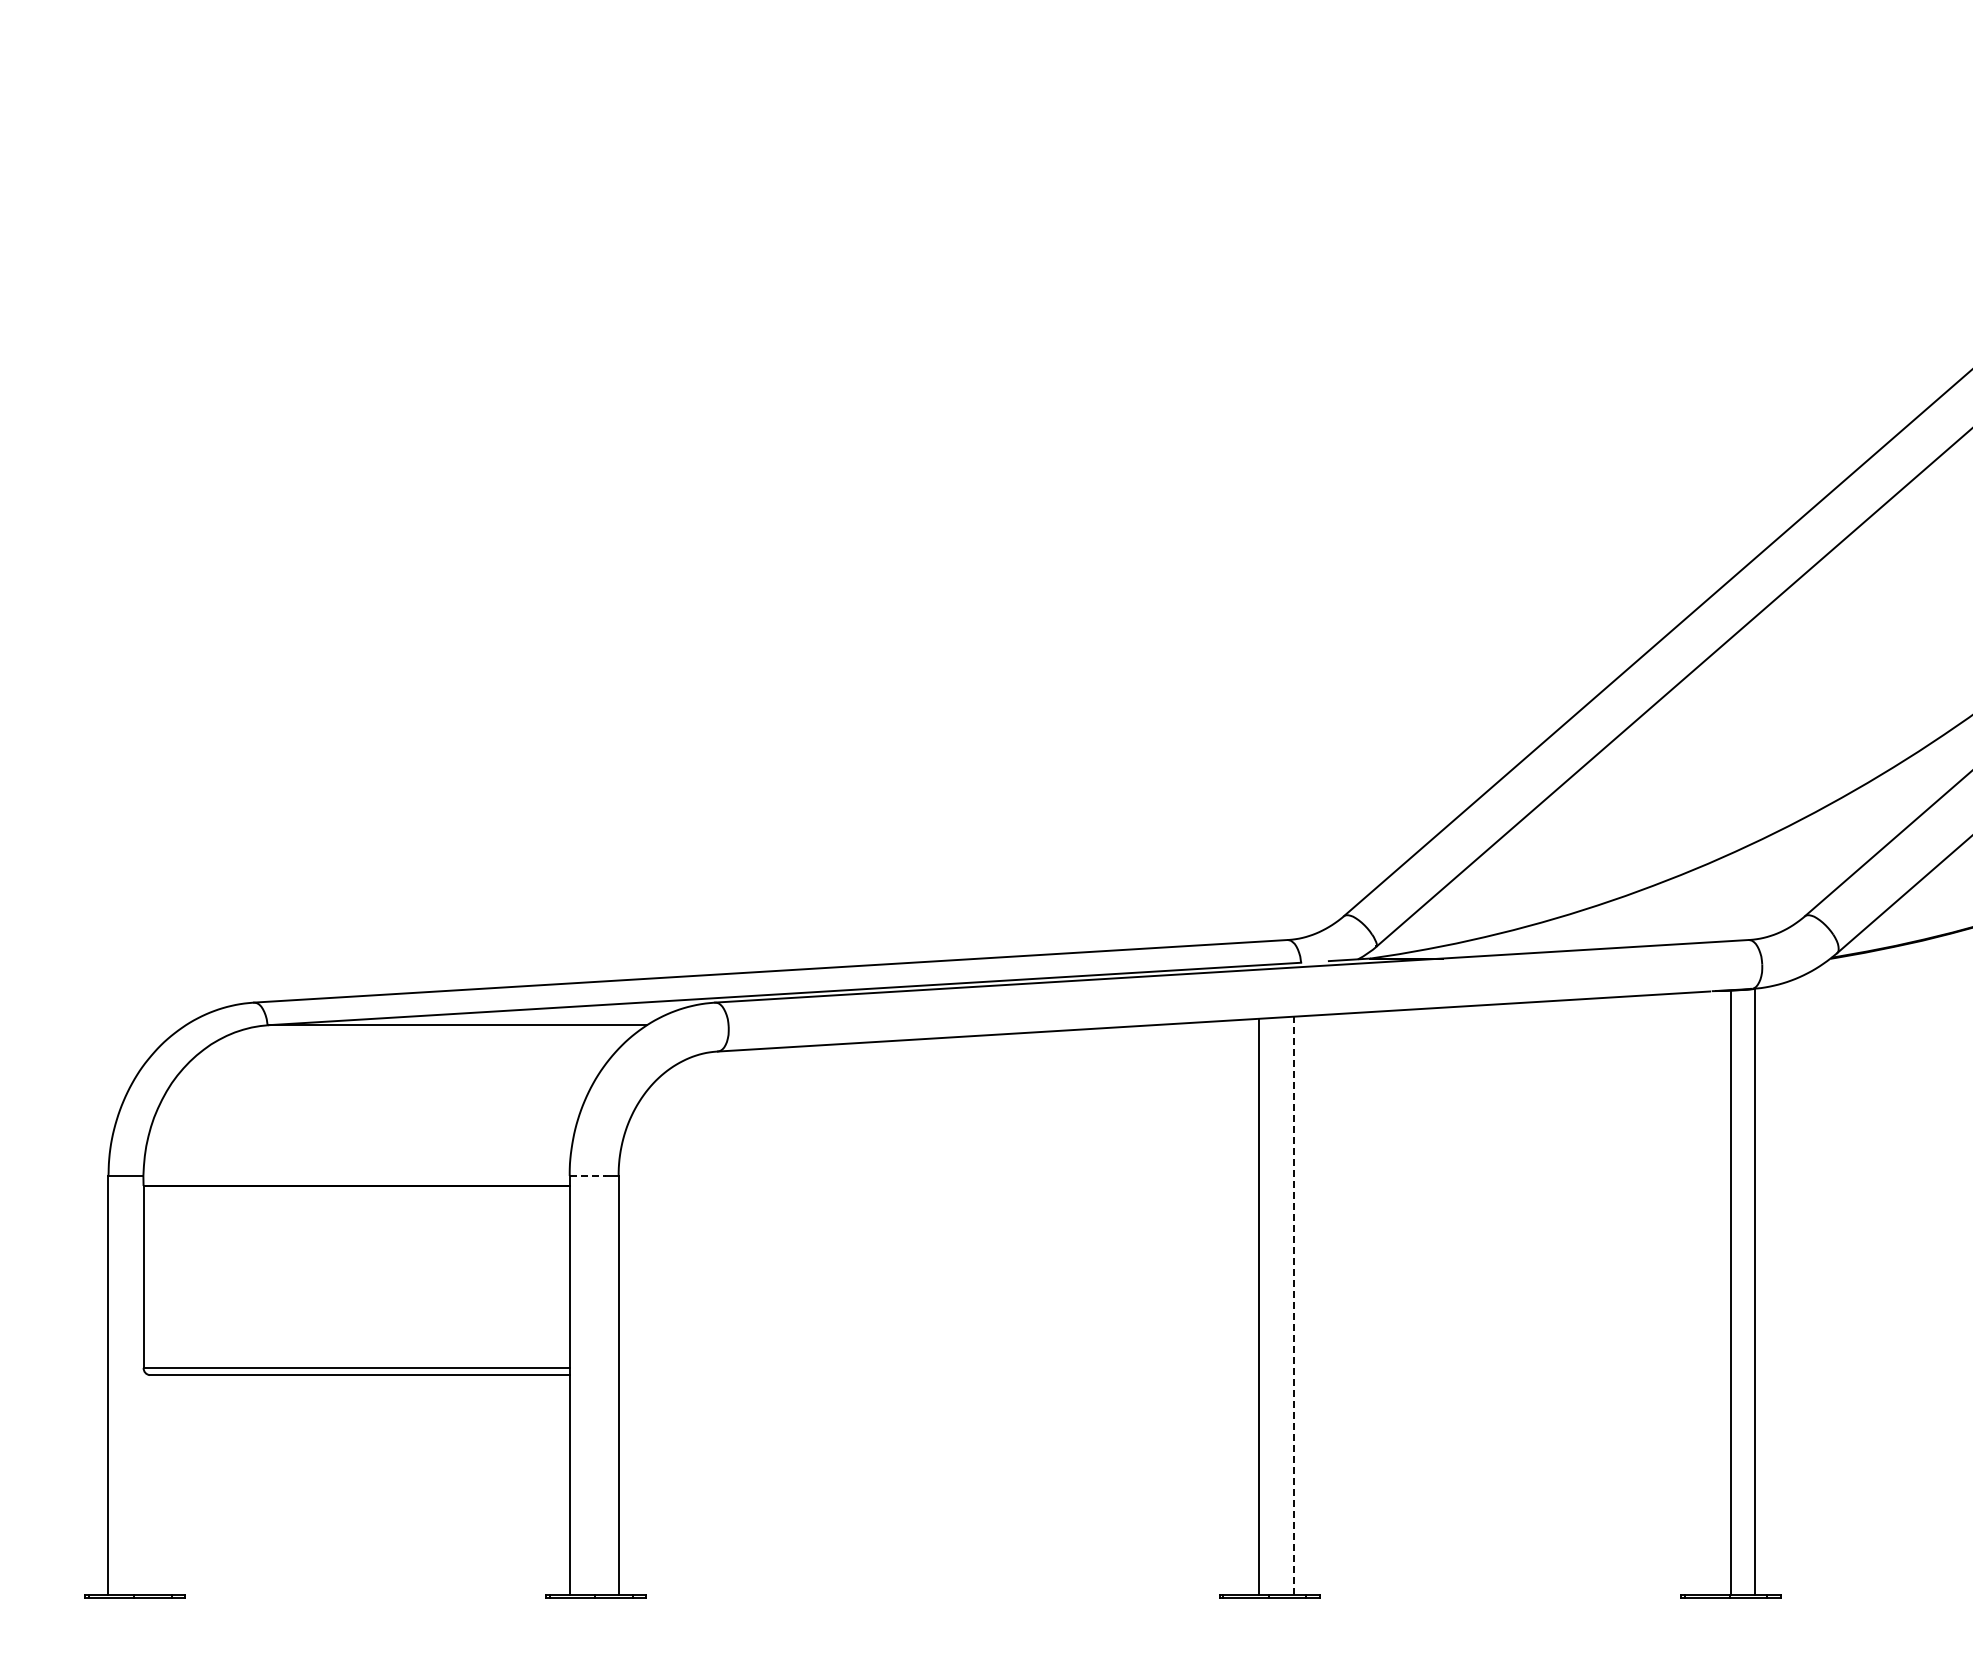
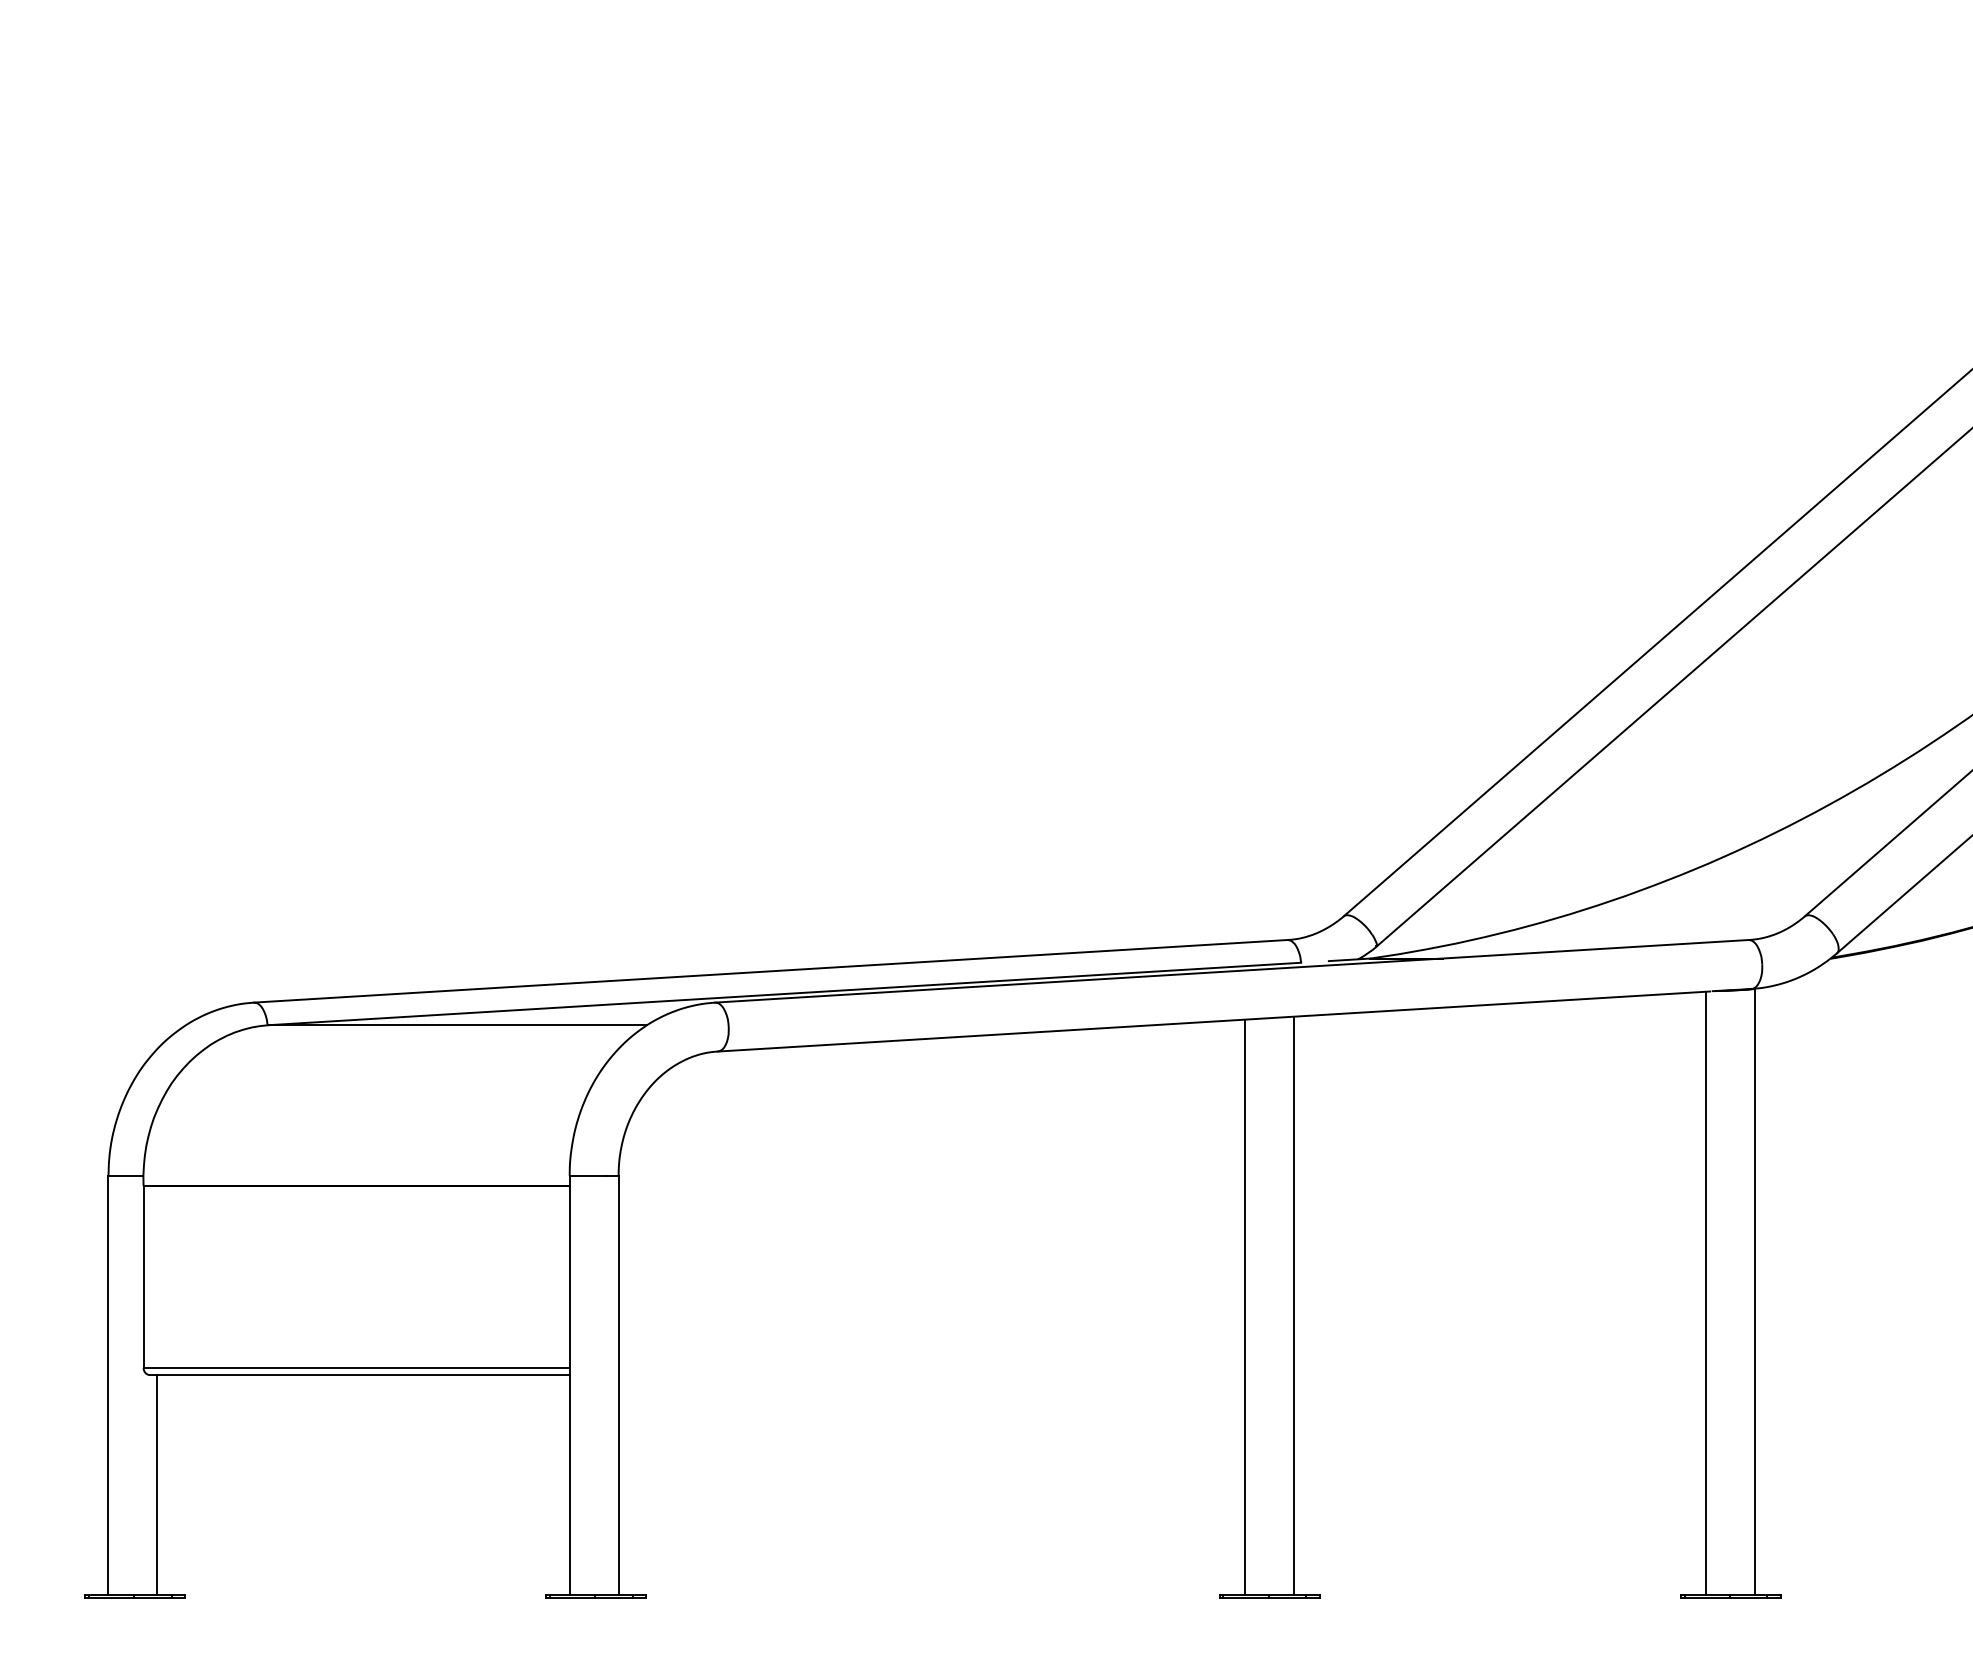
line at (588, 1176): dashed -> solid
line at (1731, 1292) position: (1731, 1292) -> (1706, 1292)
line at (1294, 1305): dashed -> solid
line at (1259, 1306) position: (1259, 1306) -> (1245, 1306)
line at (157, 1484): none -> present
